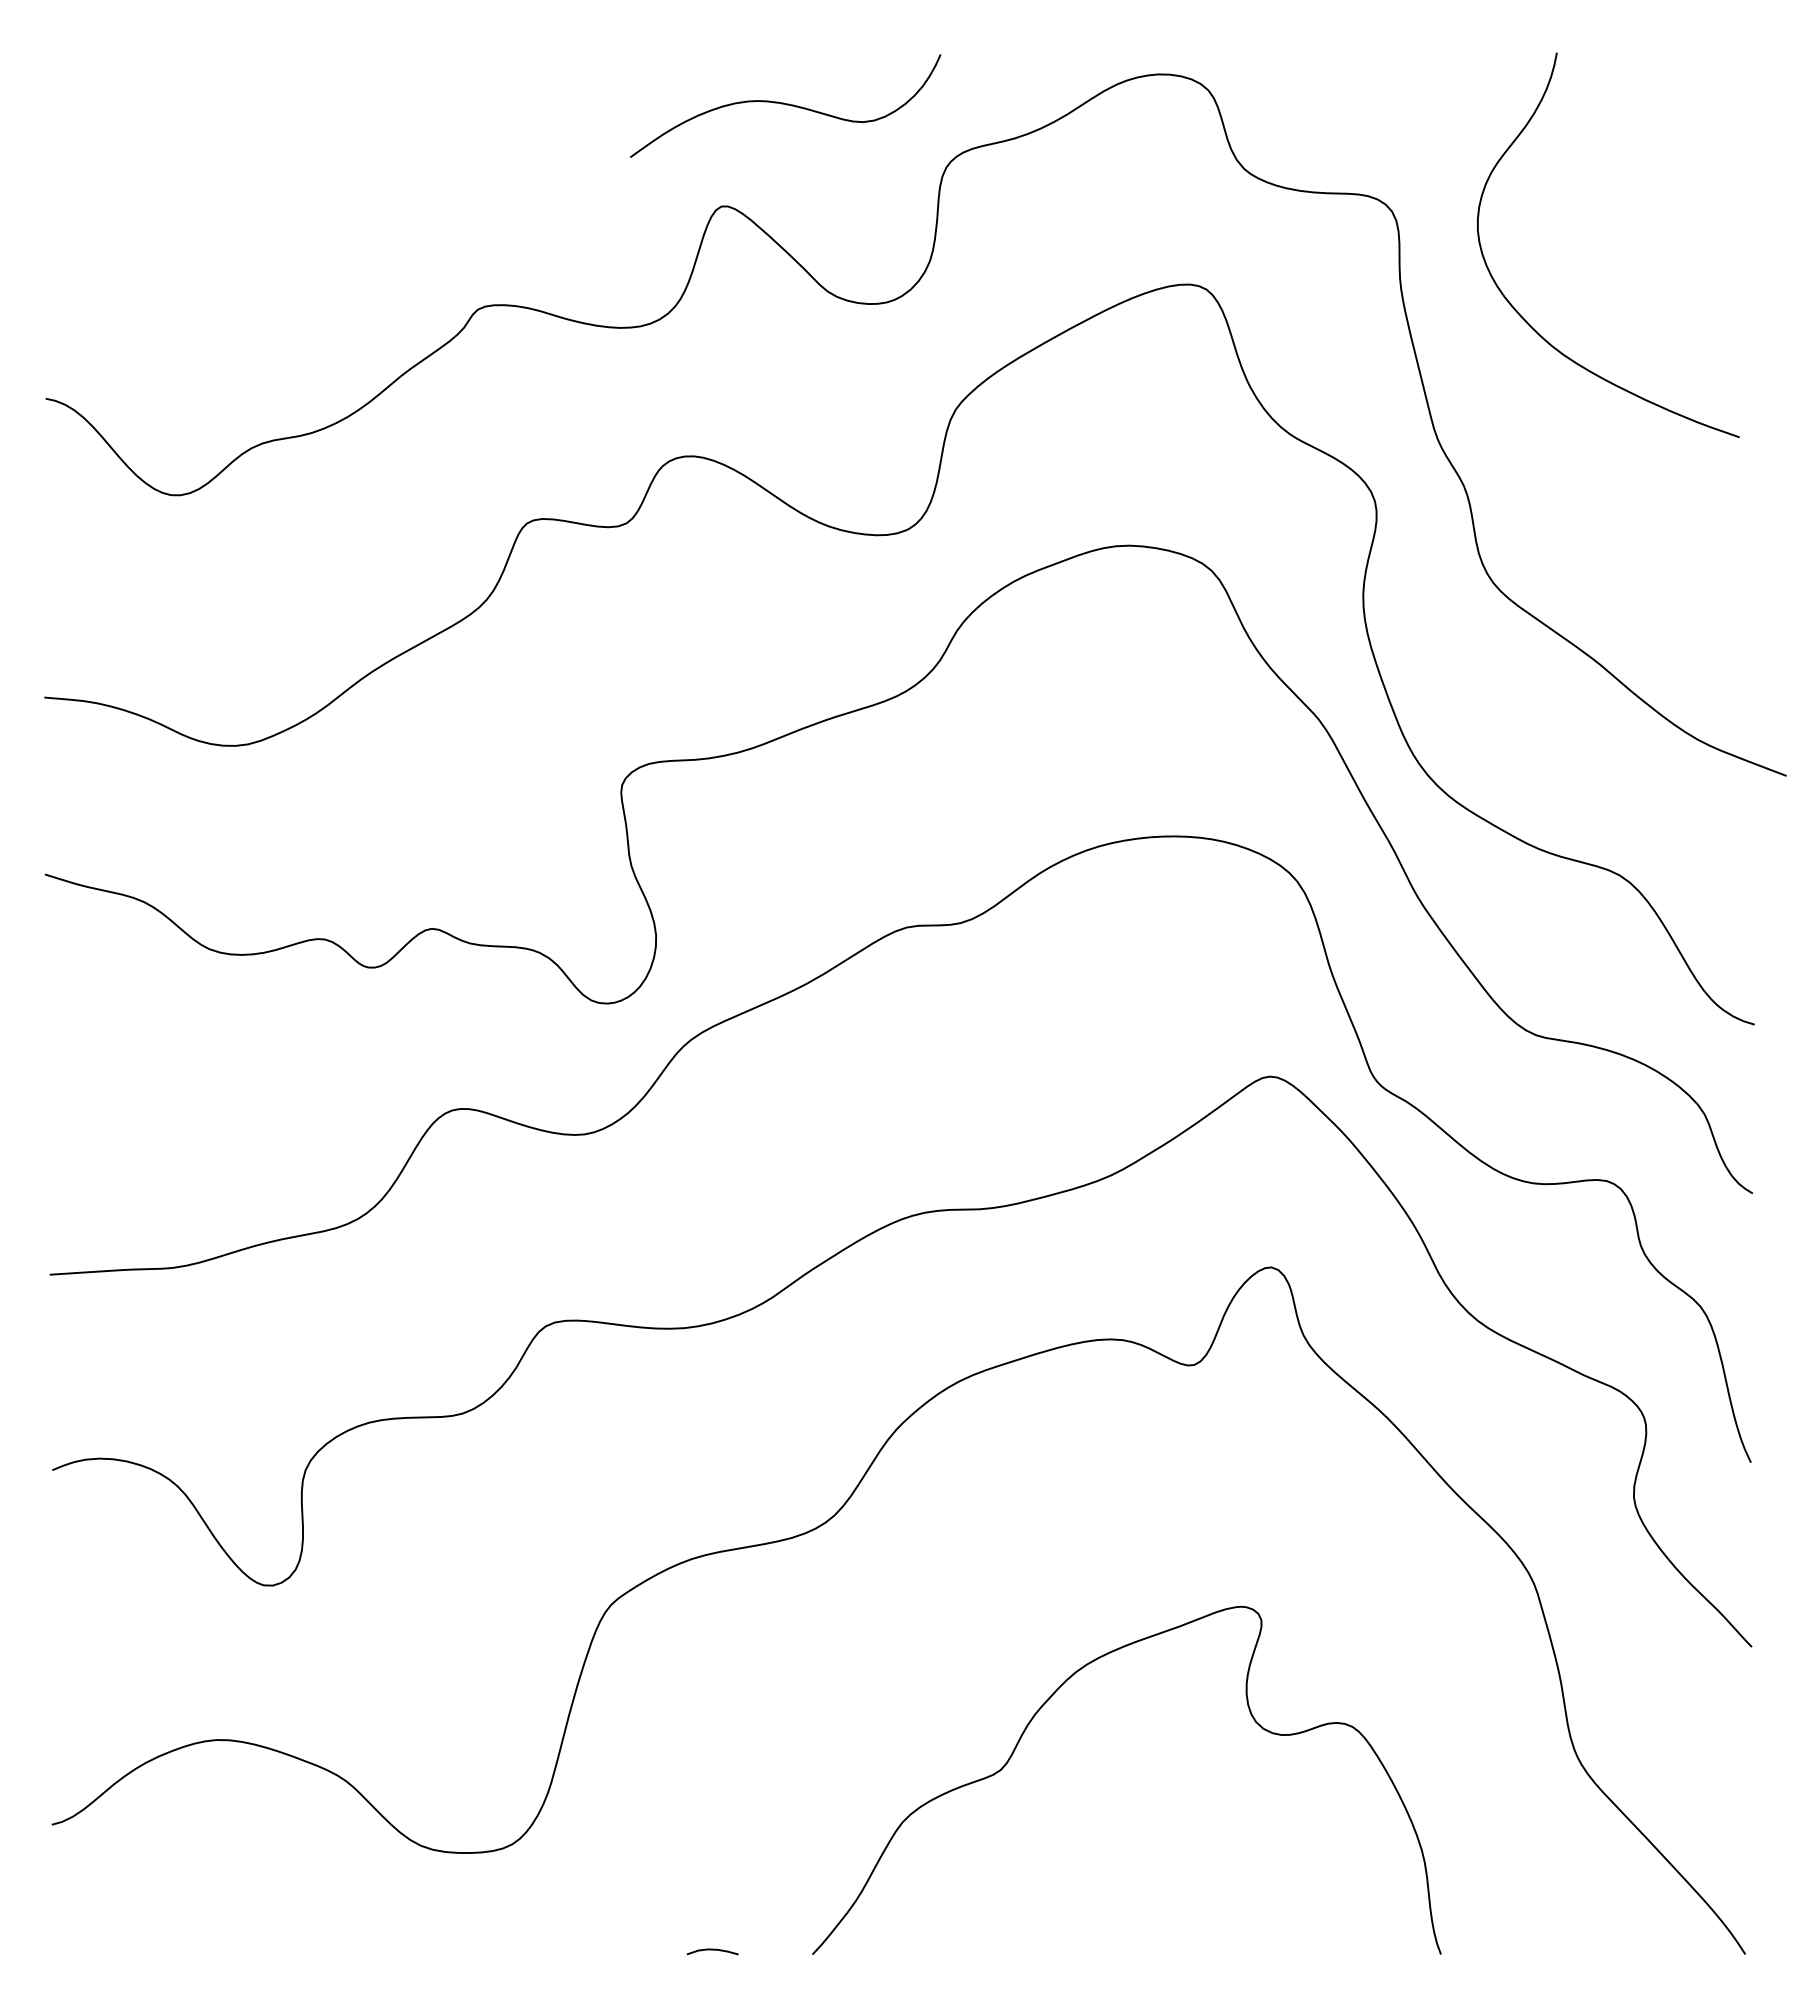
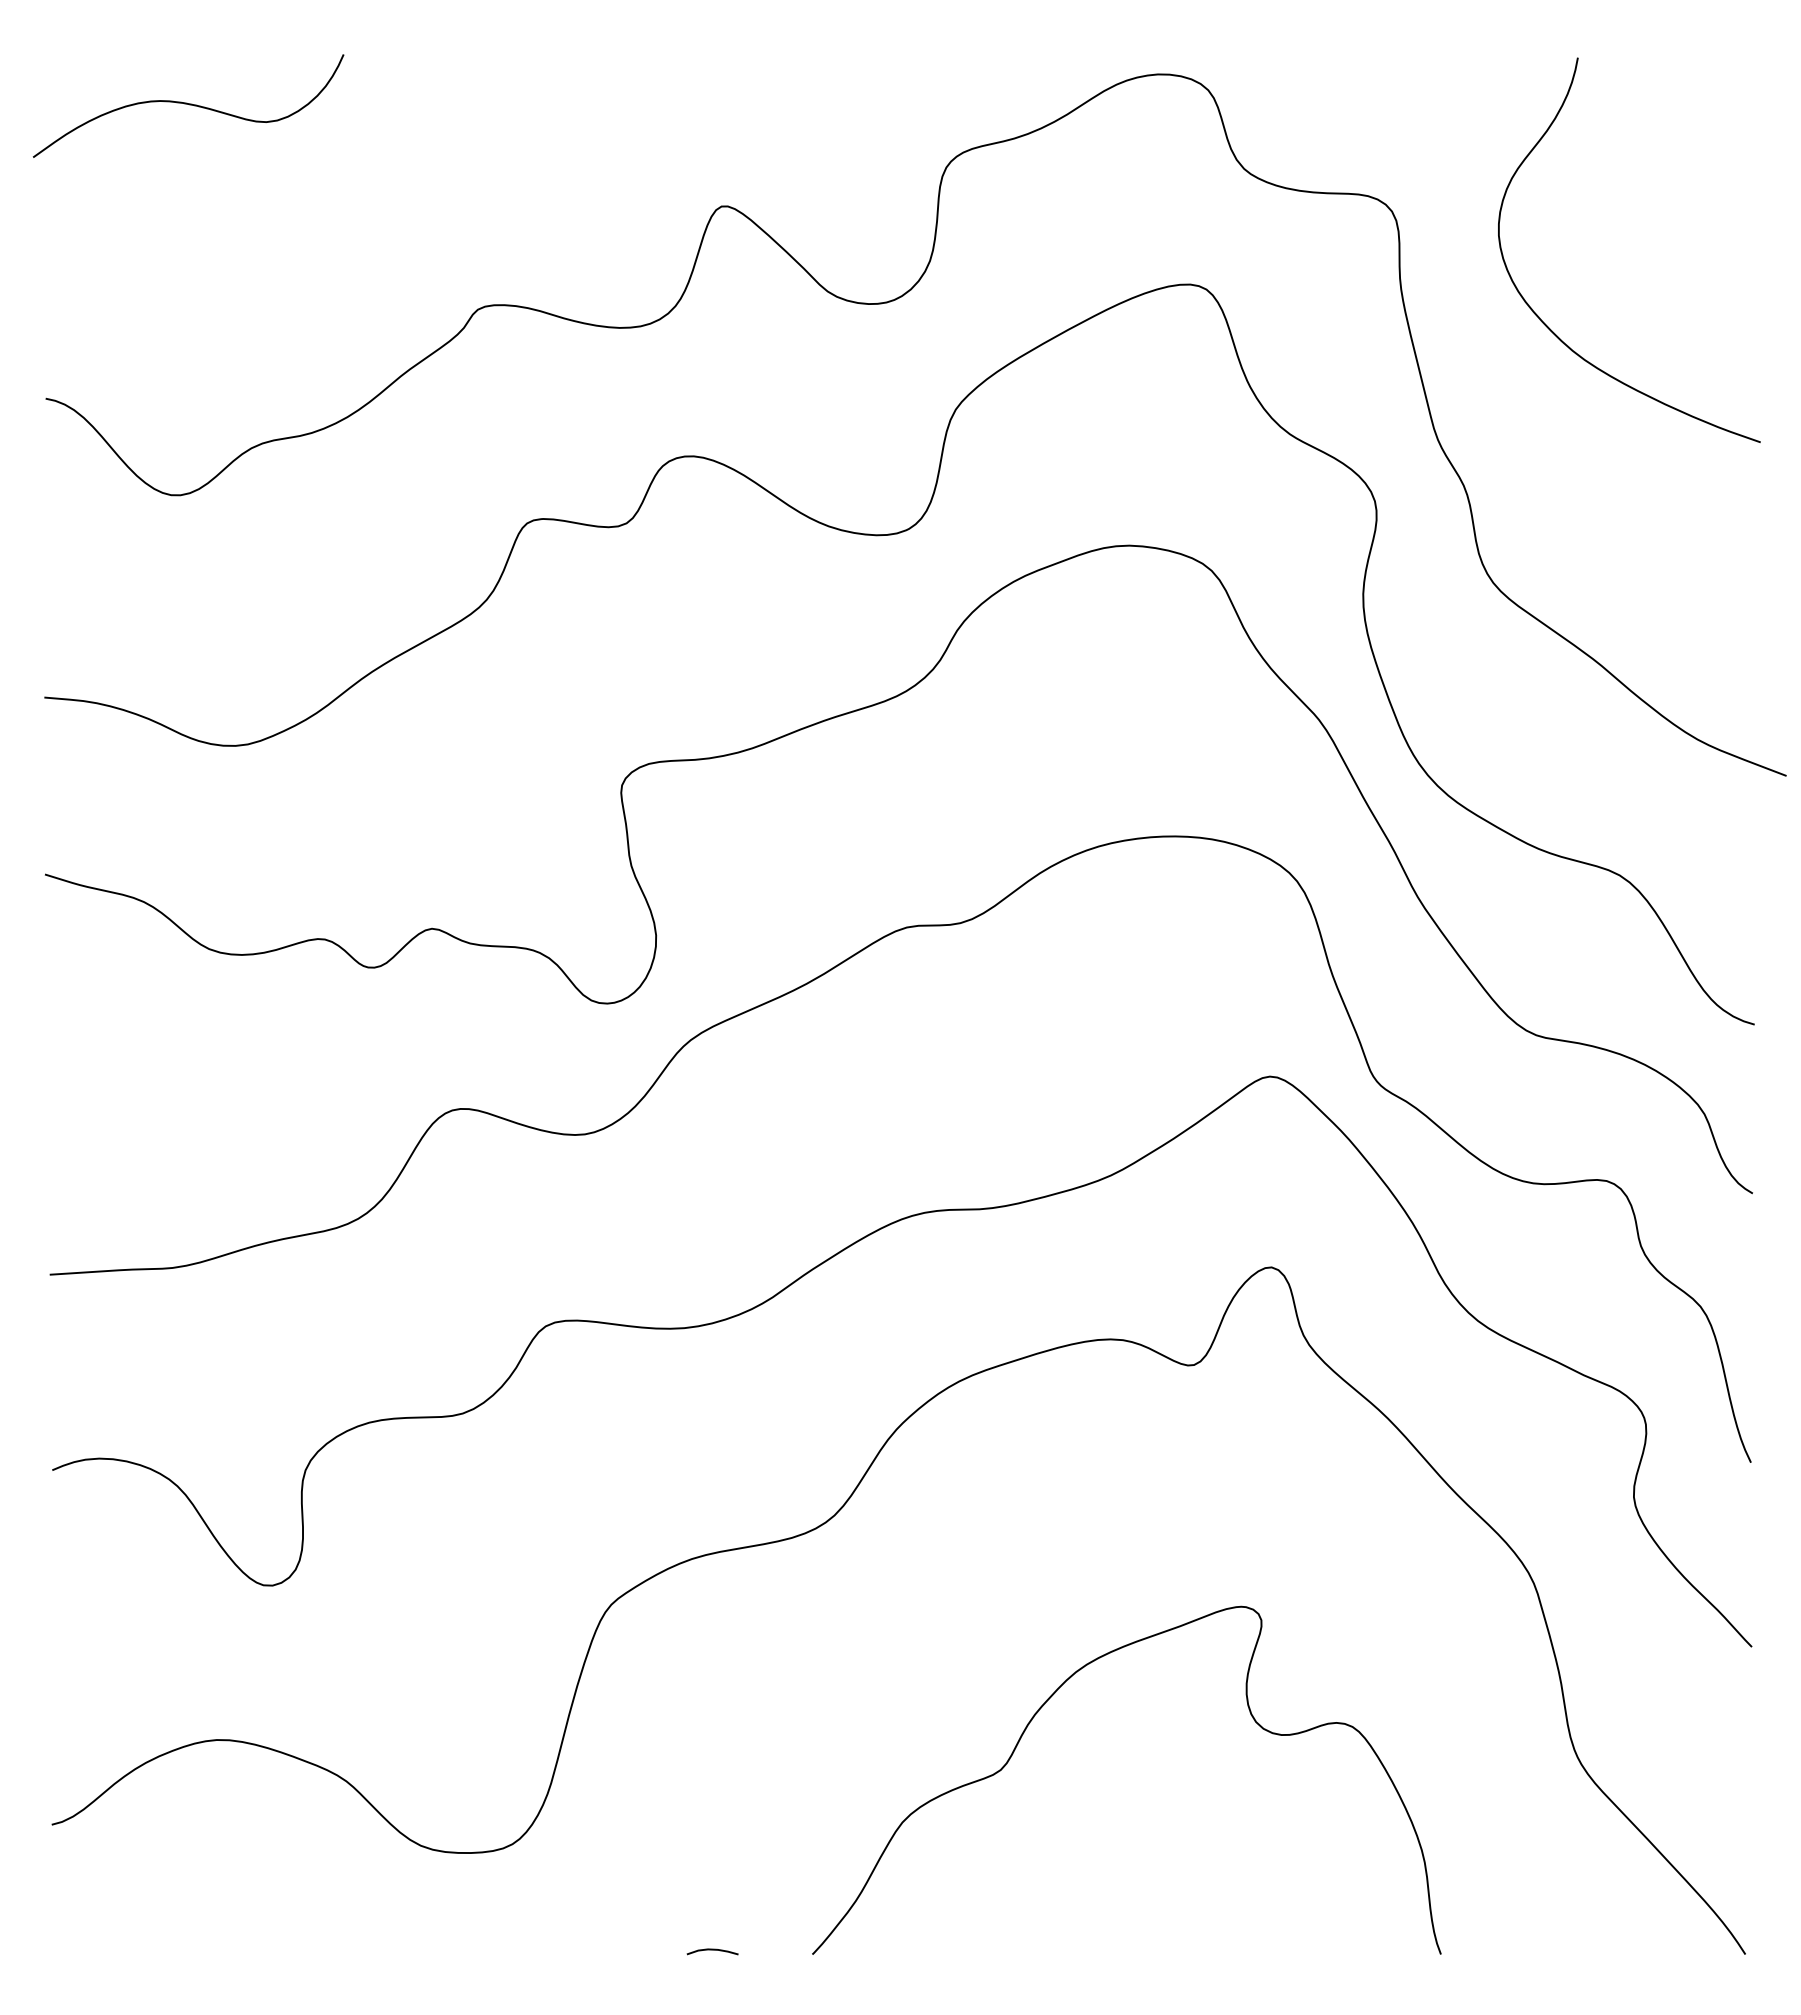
curve at (785, 104) position: (785, 104) -> (188, 104)
curve at (1529, 323) position: (1529, 323) -> (1550, 328)
